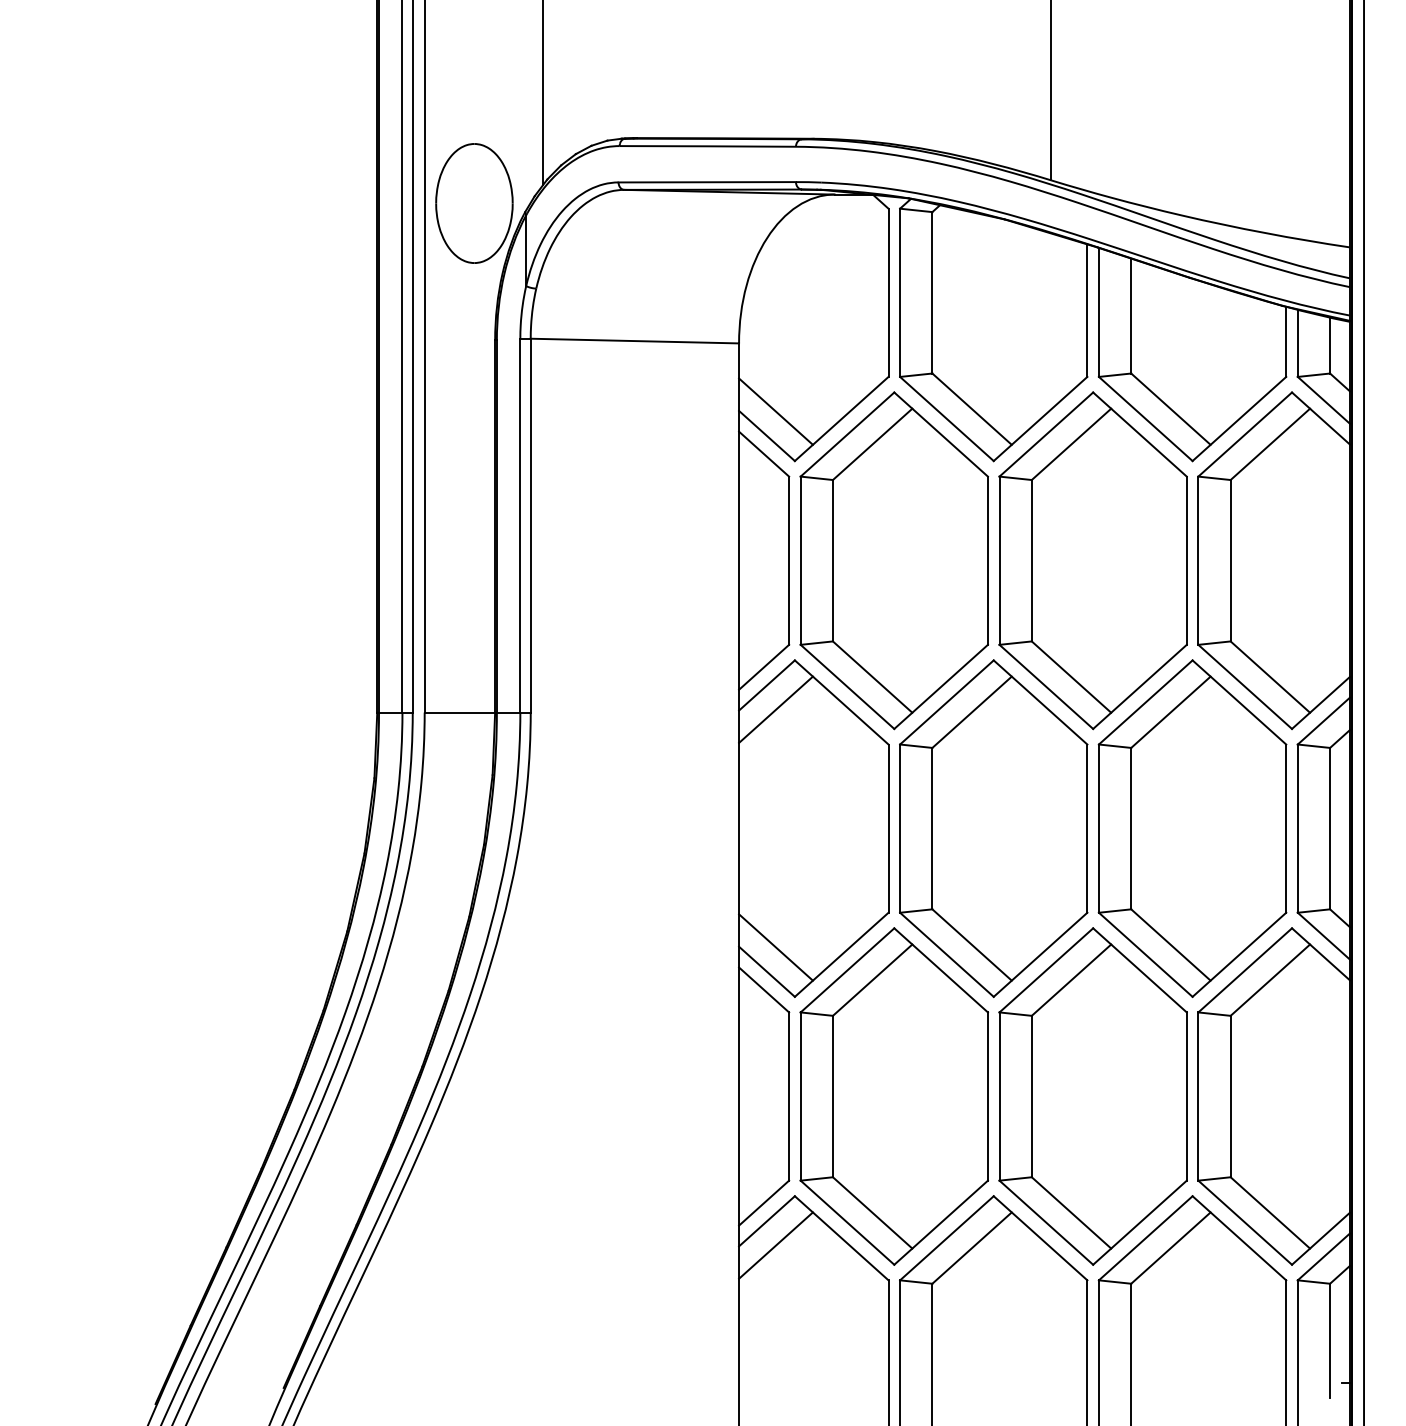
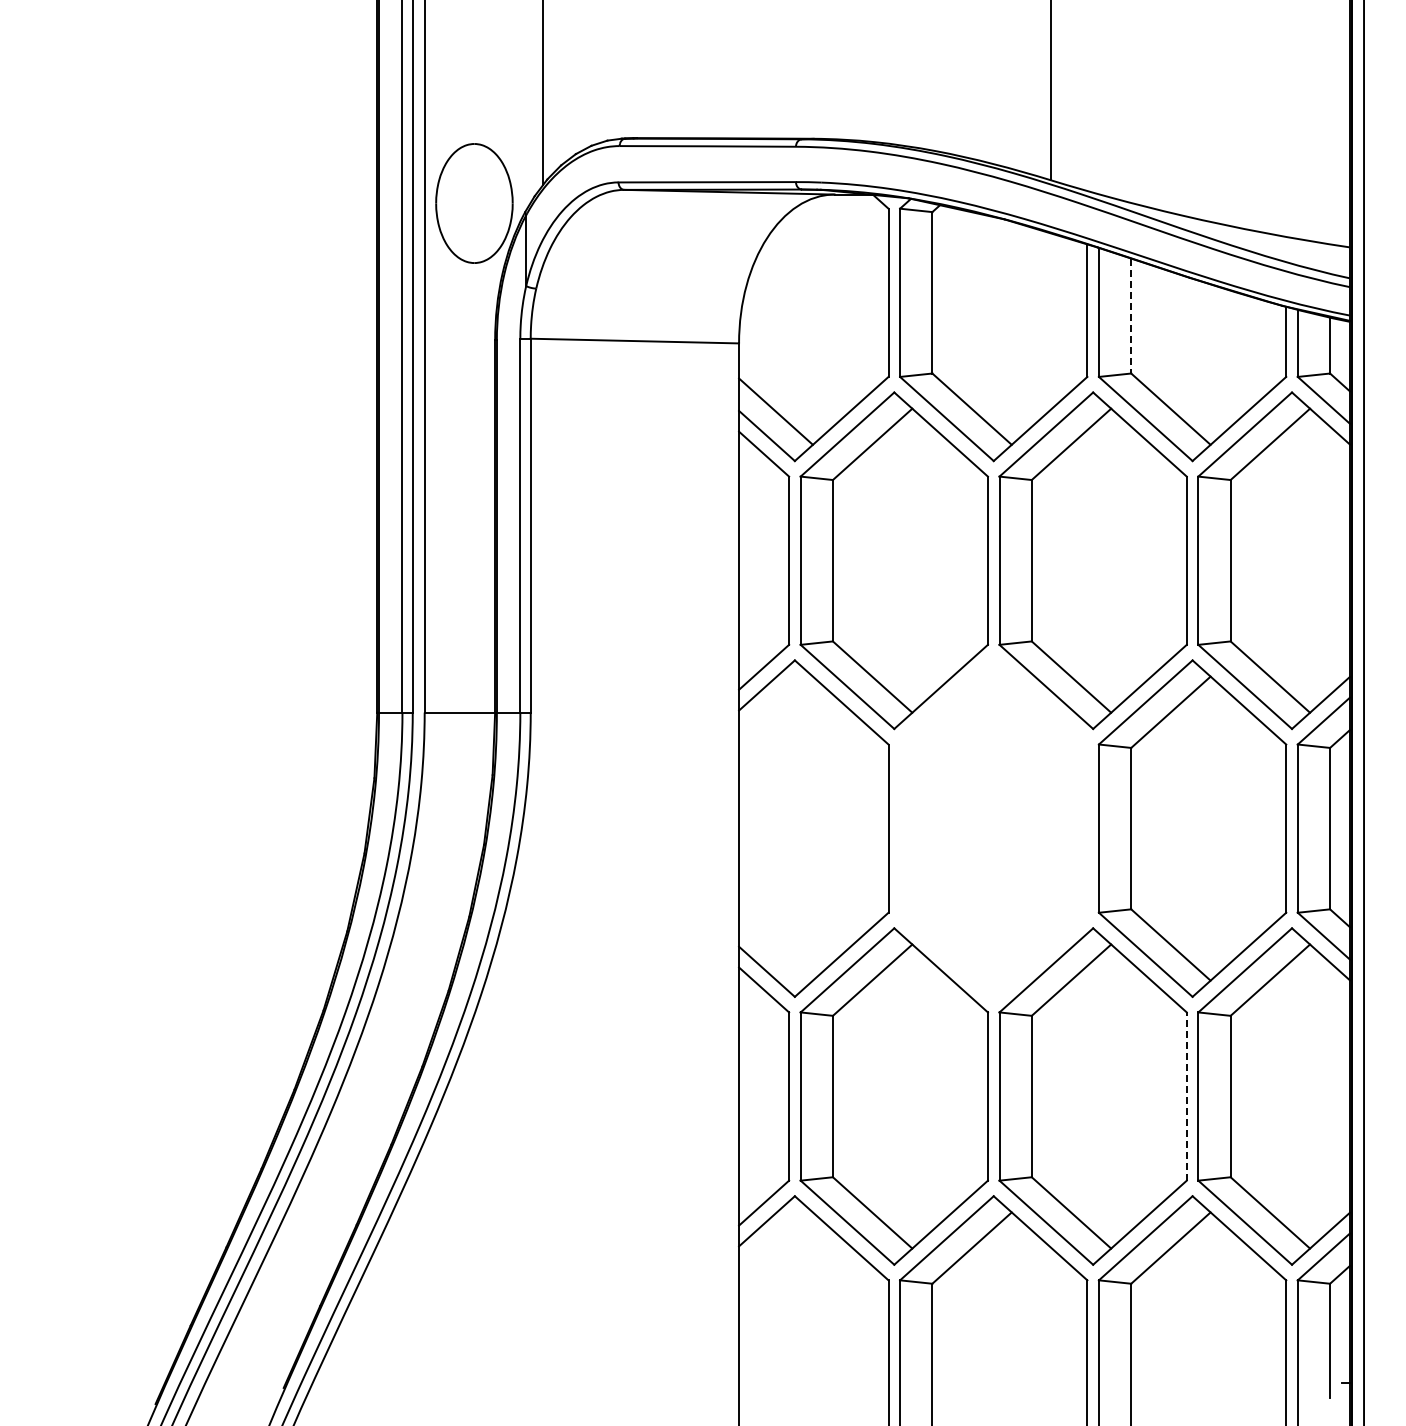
line at (1131, 316): solid -> dashed
line at (775, 709): present -> none
part at (993, 828): present -> none
line at (775, 947): present -> none
line at (1186, 1096): solid -> dashed
line at (775, 1245): present -> none
